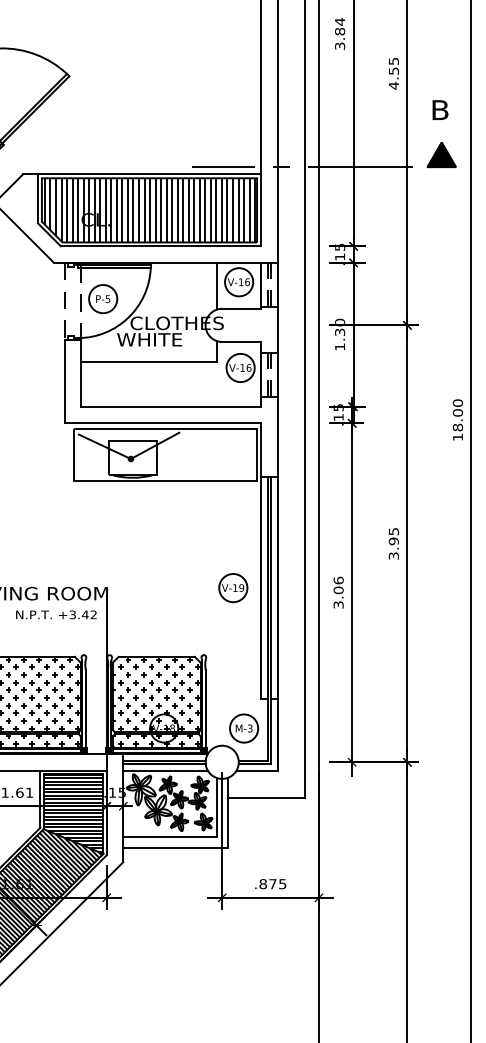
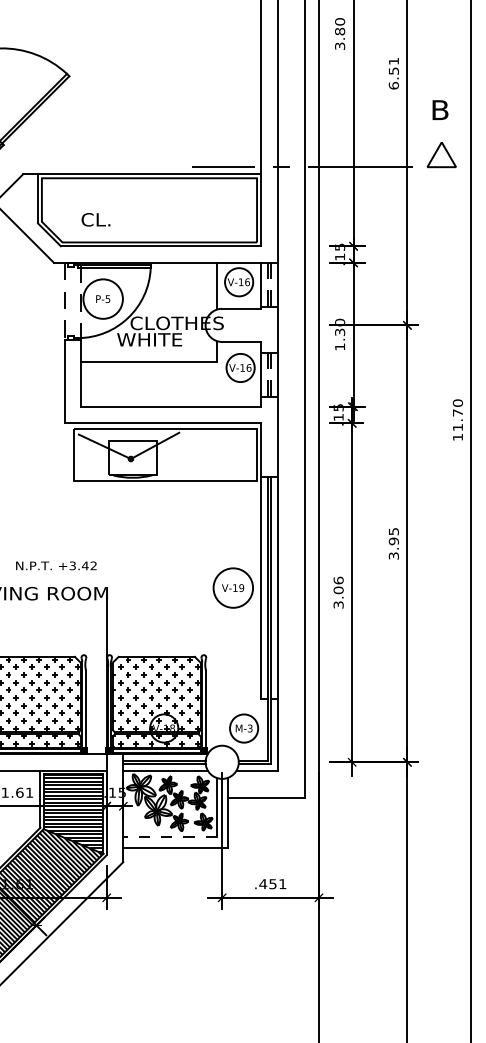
text at (340, 21): 3.84 -> 3.80
text at (393, 73): 4.55 -> 6.51
fill at (441, 154): present -> none
hatch at (149, 210): present -> none
circle at (103, 299) diameter: 28 px -> 39 px
text at (457, 420): 18.00 -> 11.70
circle at (233, 587) diameter: 28 px -> 39 px
text at (56, 614) position: (56, 614) -> (56, 565)
line at (169, 836): solid -> dashed
text at (272, 884): .875 -> .451
